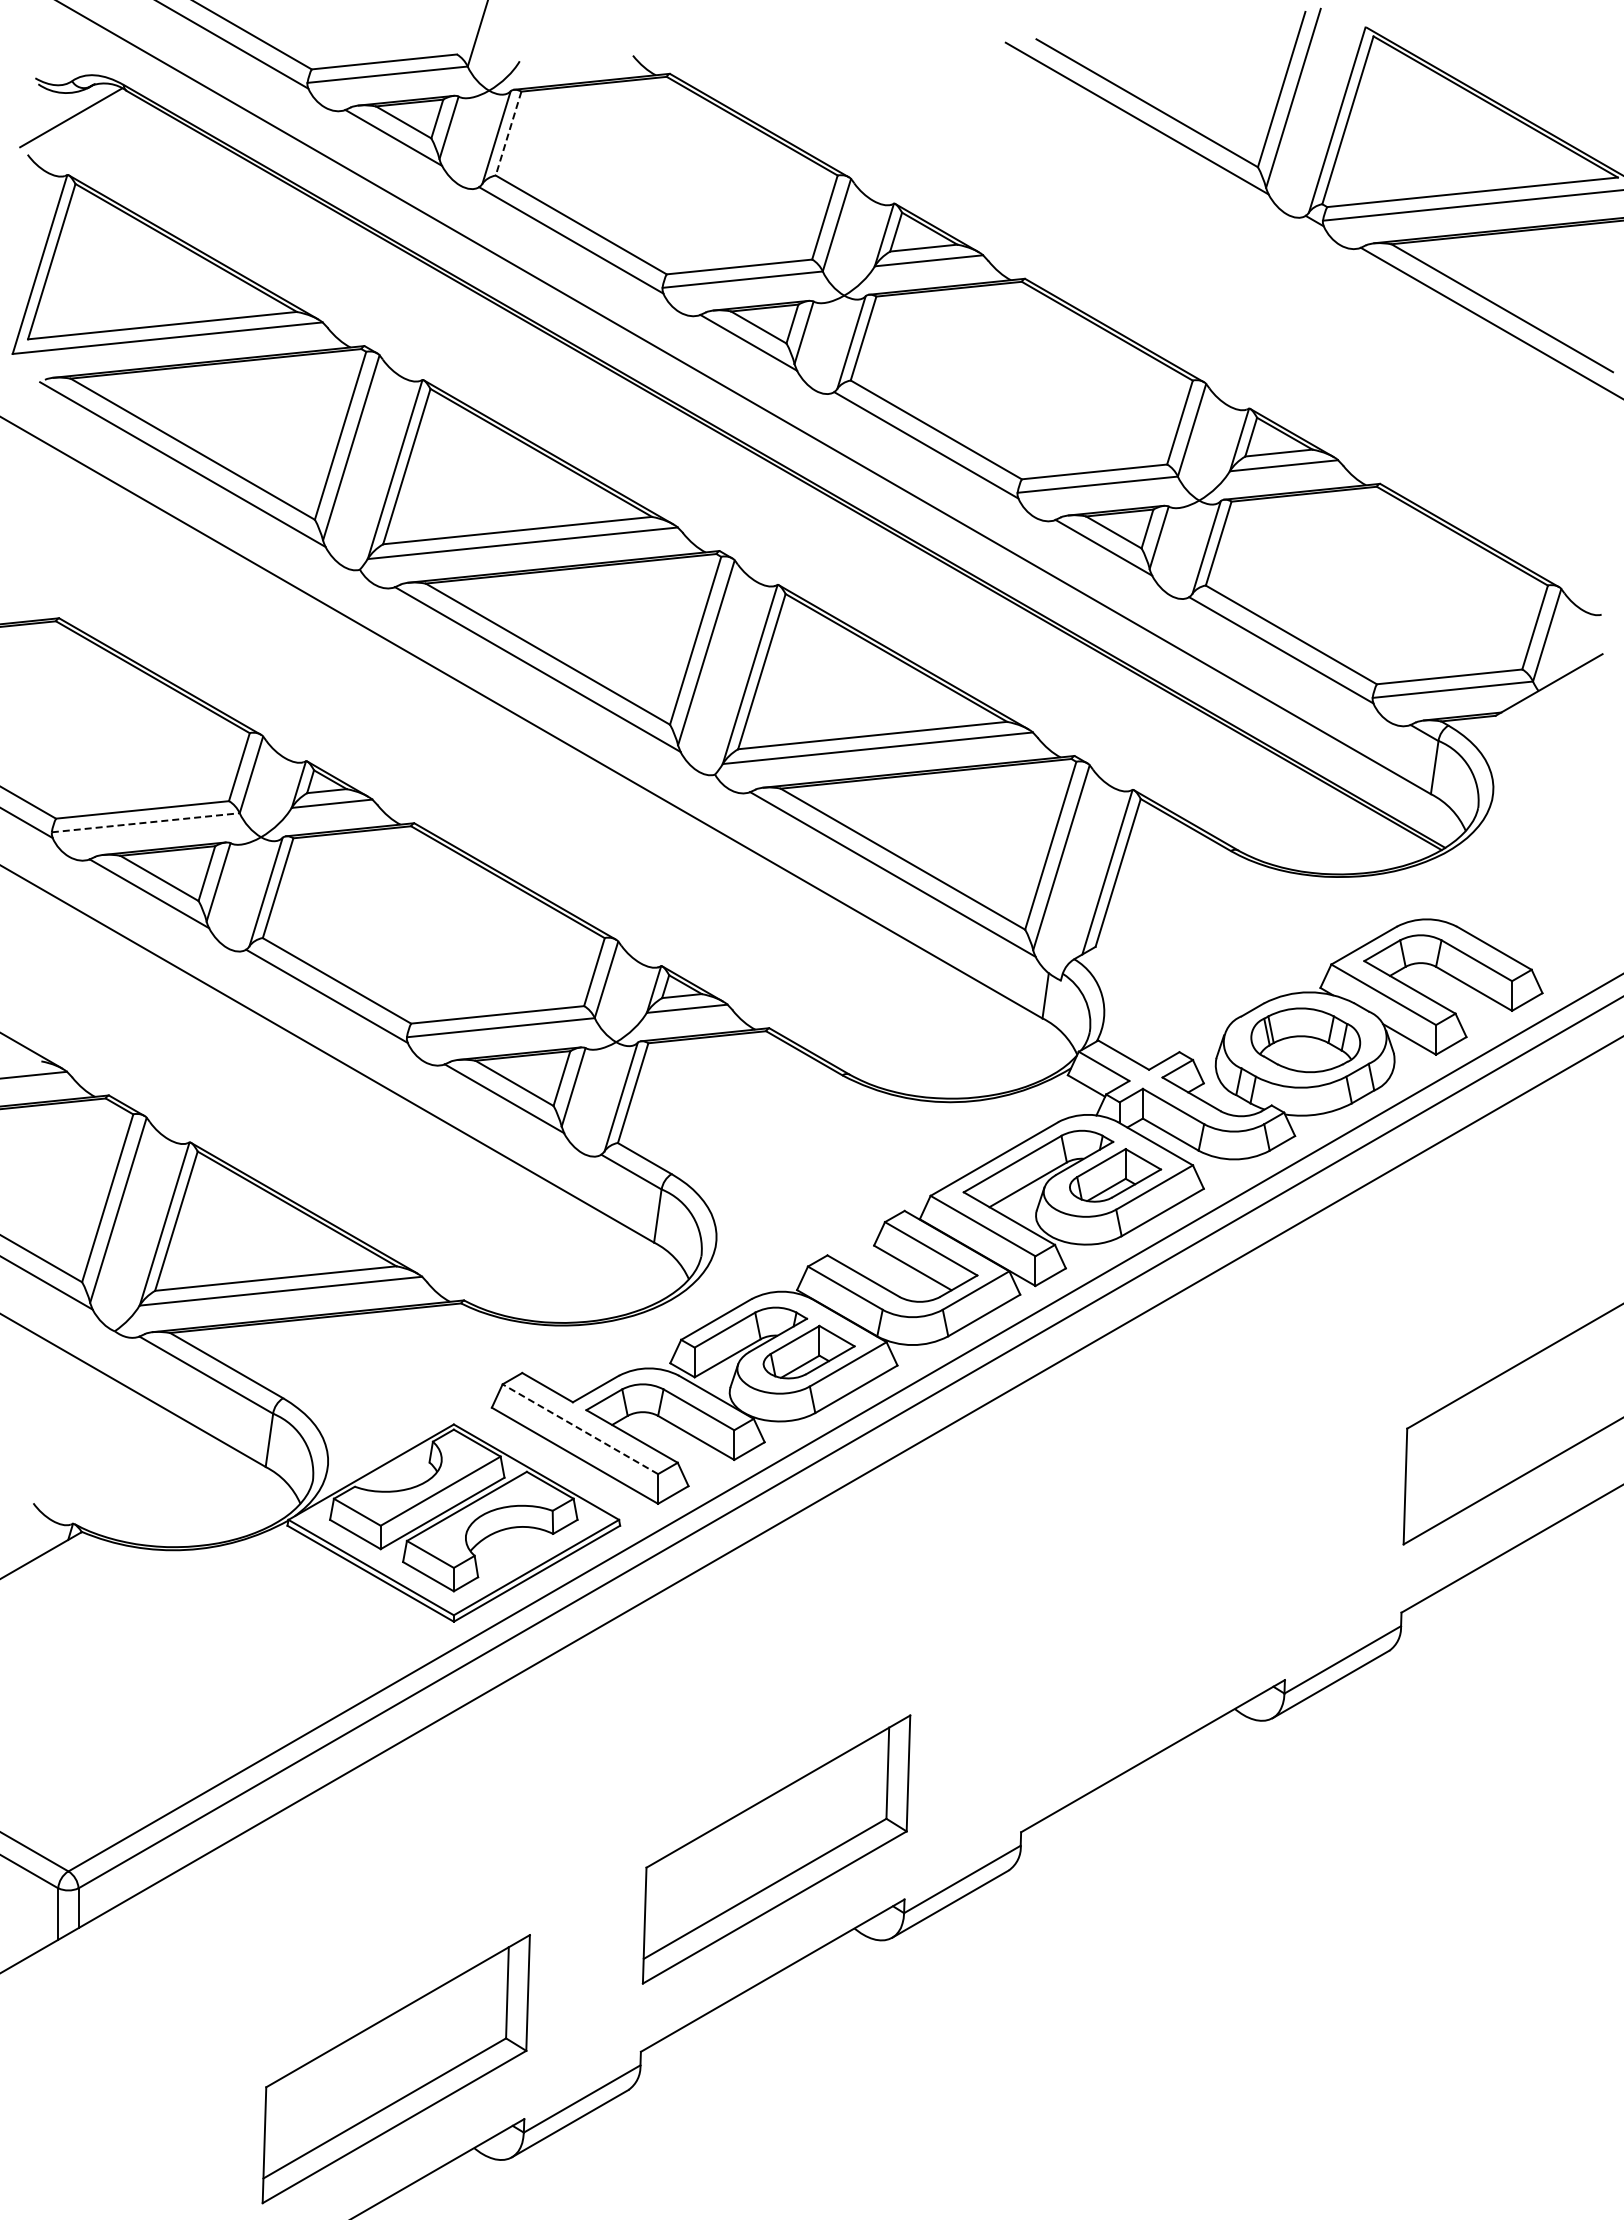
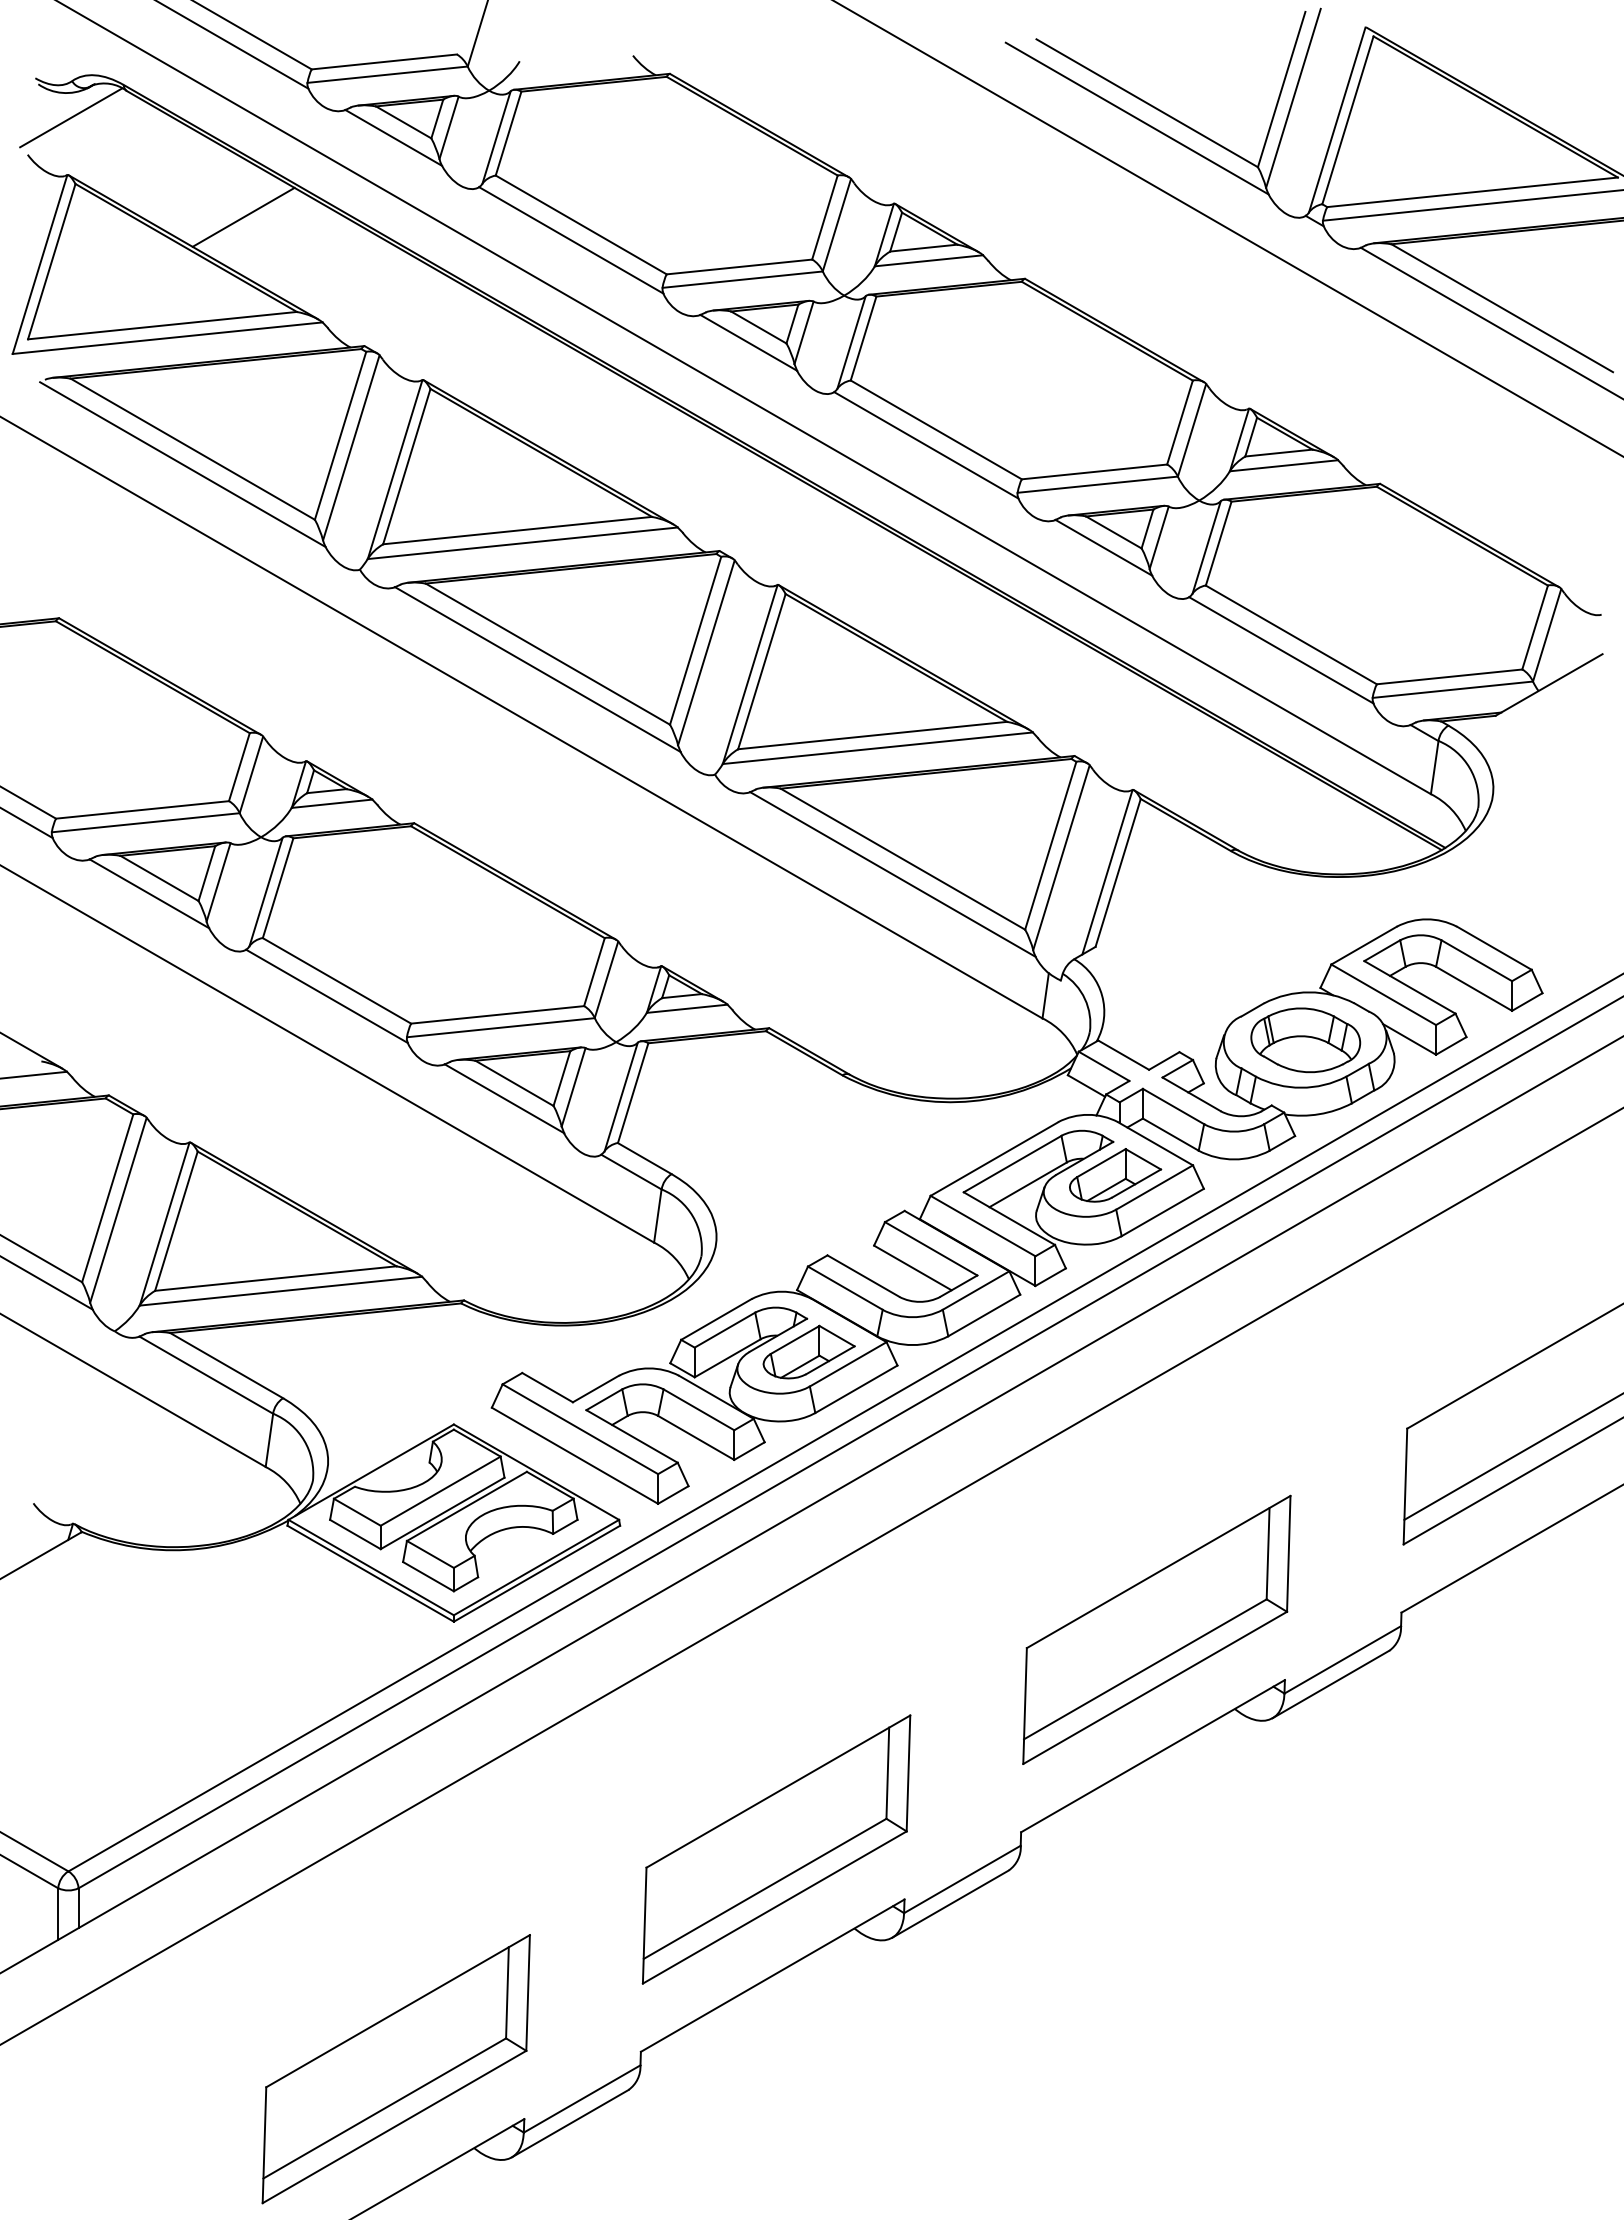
line at (508, 133): dashed -> solid
line at (243, 216): none -> present
line at (1228, 228): none -> present
line at (146, 822): dashed -> solid
line at (580, 1429): dashed -> solid
line at (1512, 1457): none -> present
line at (811, 1576): none -> present
part at (1156, 1629): none -> present
